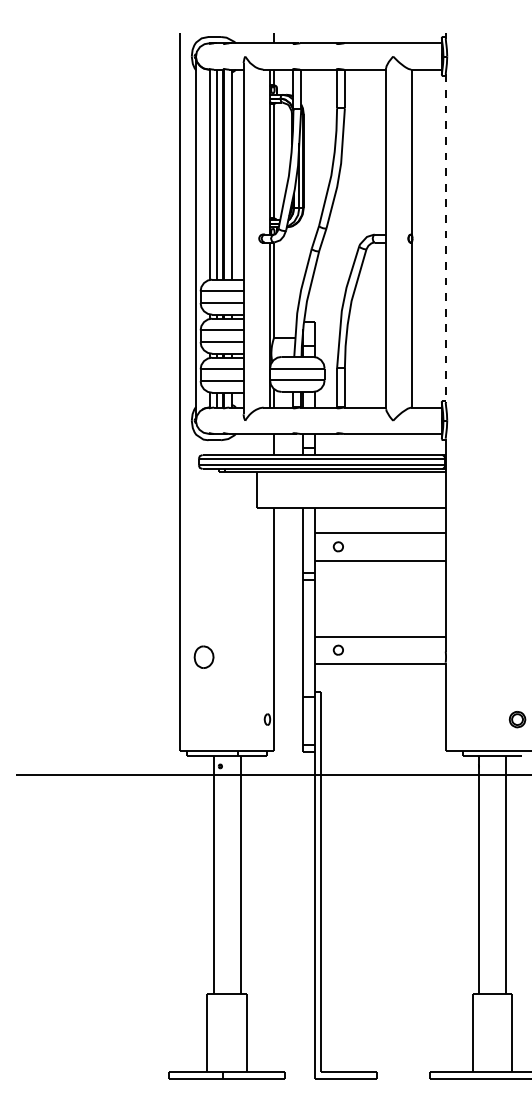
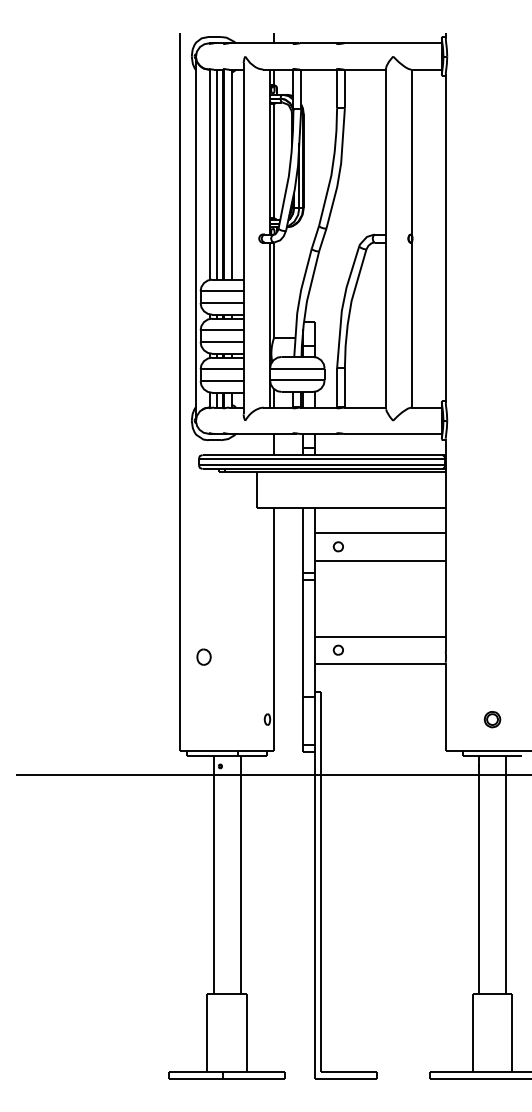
line at (445, 239): dashed -> solid
part at (203, 656) size: 22x24 px -> 16x18 px
part at (517, 719) position: (517, 719) -> (492, 719)
